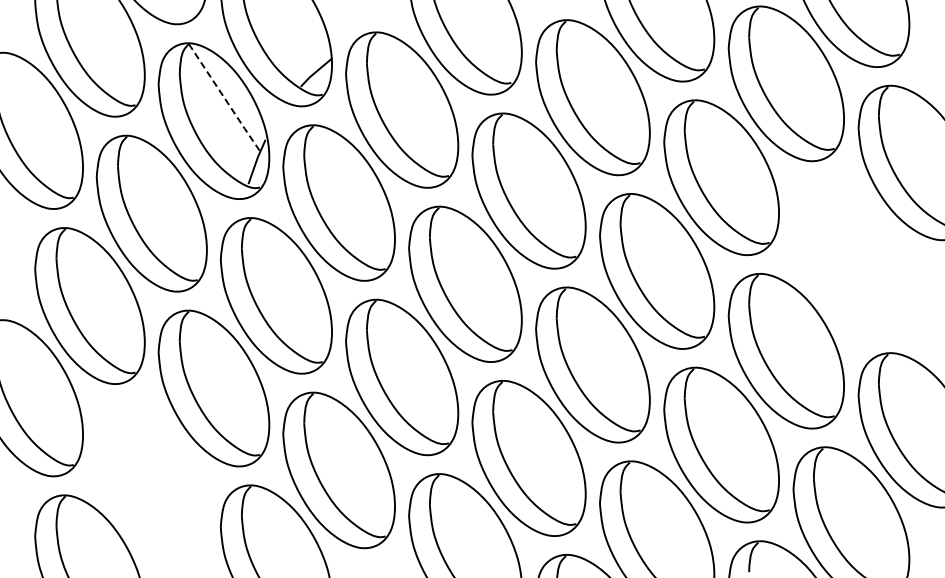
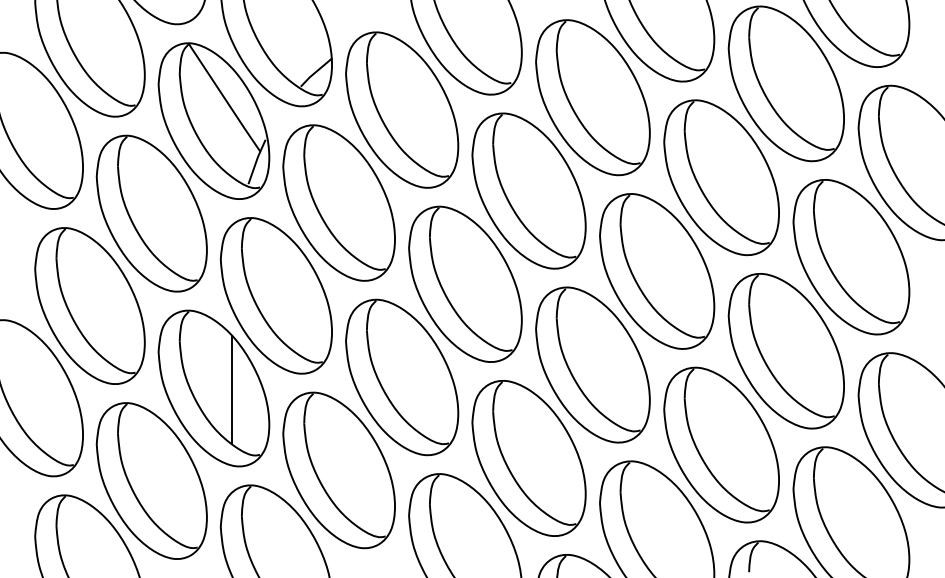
line at (224, 98): dashed -> solid
part at (851, 257): none -> present
line at (232, 390): none -> present
part at (151, 480): none -> present
